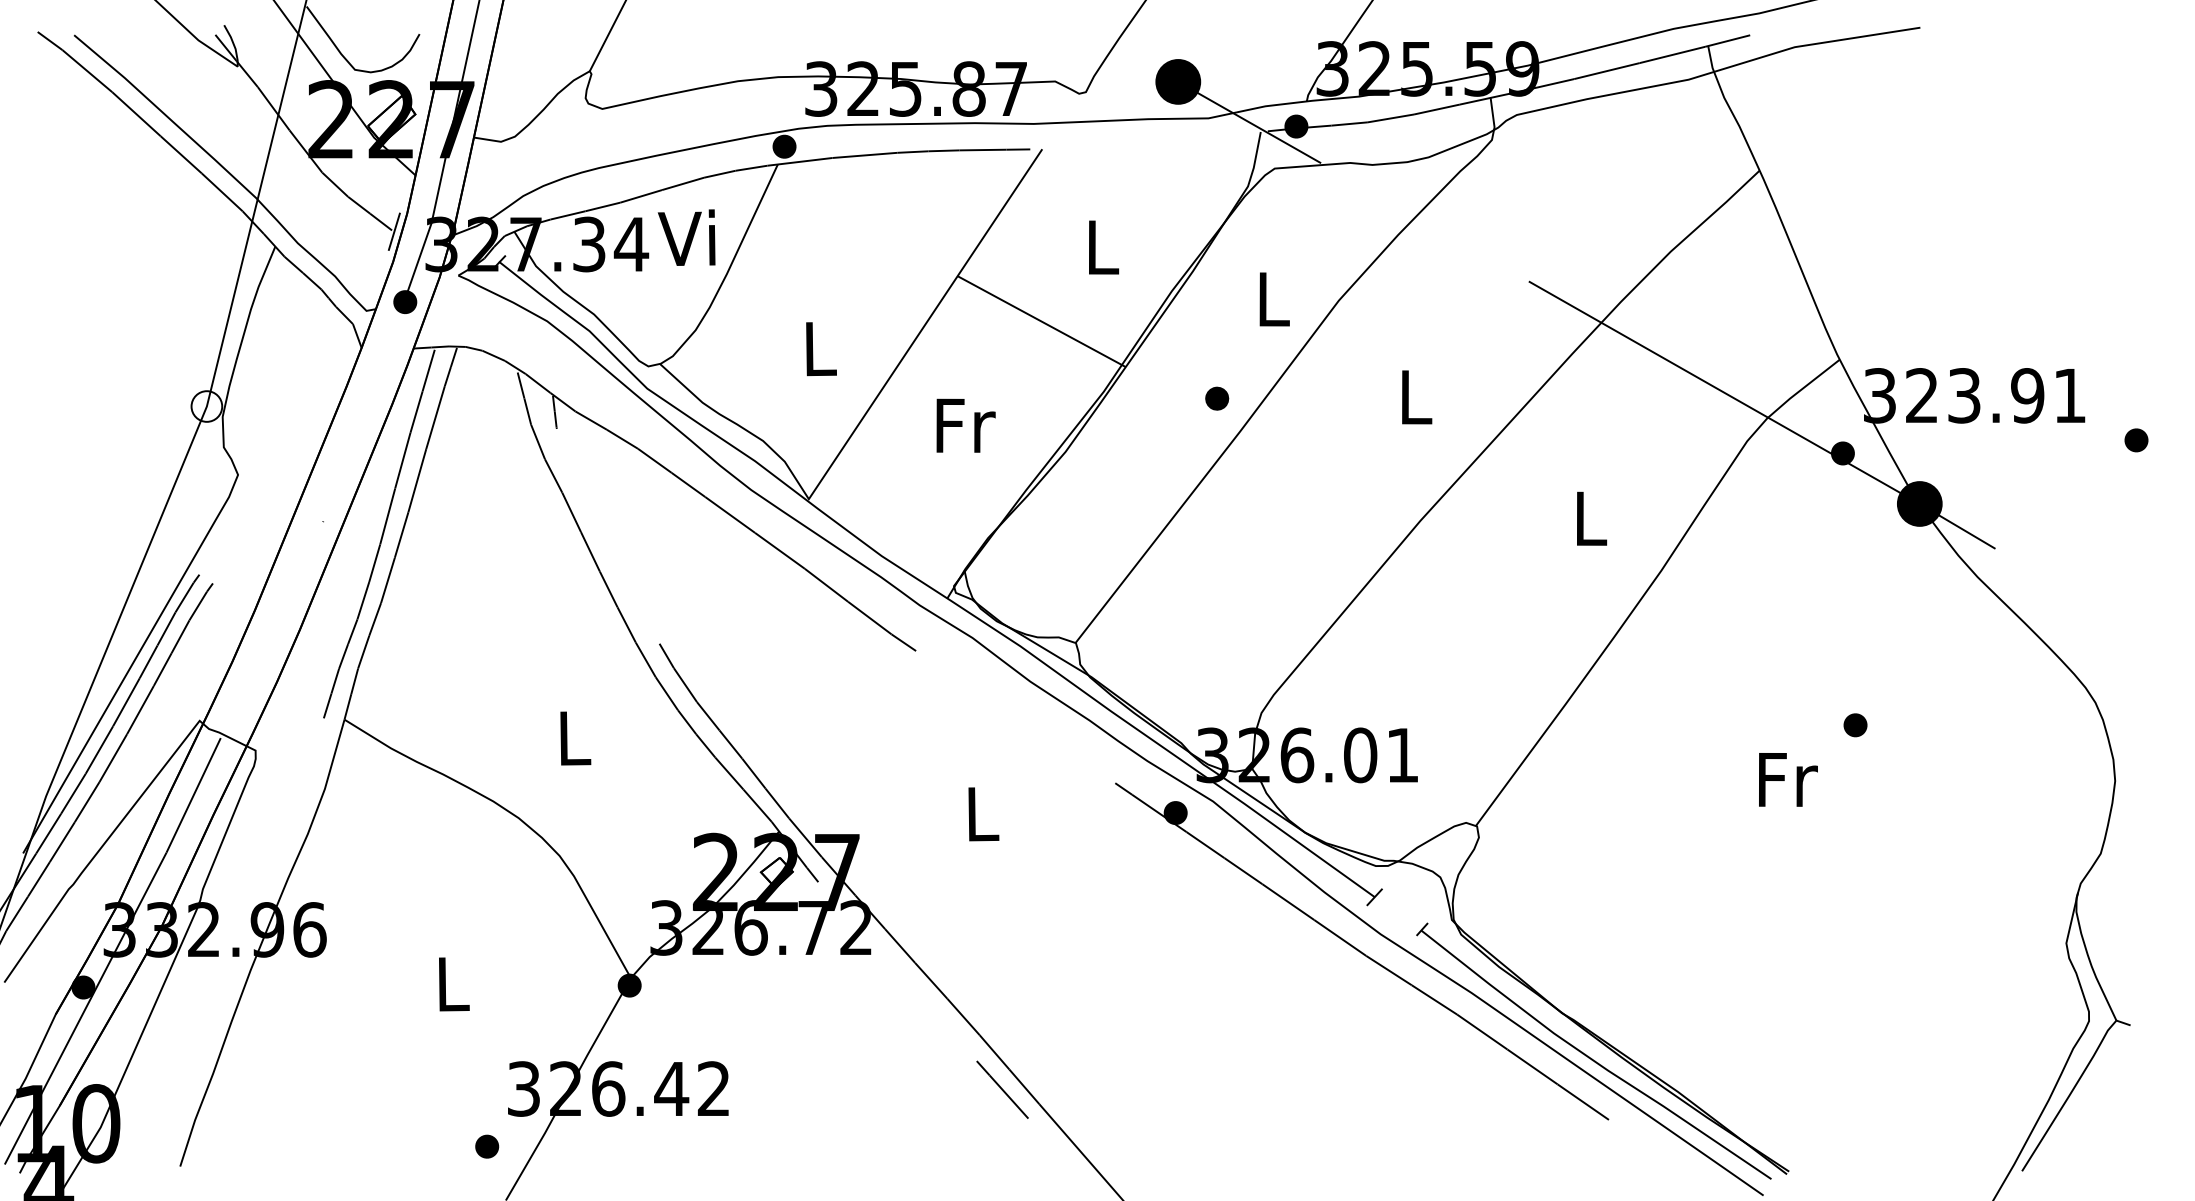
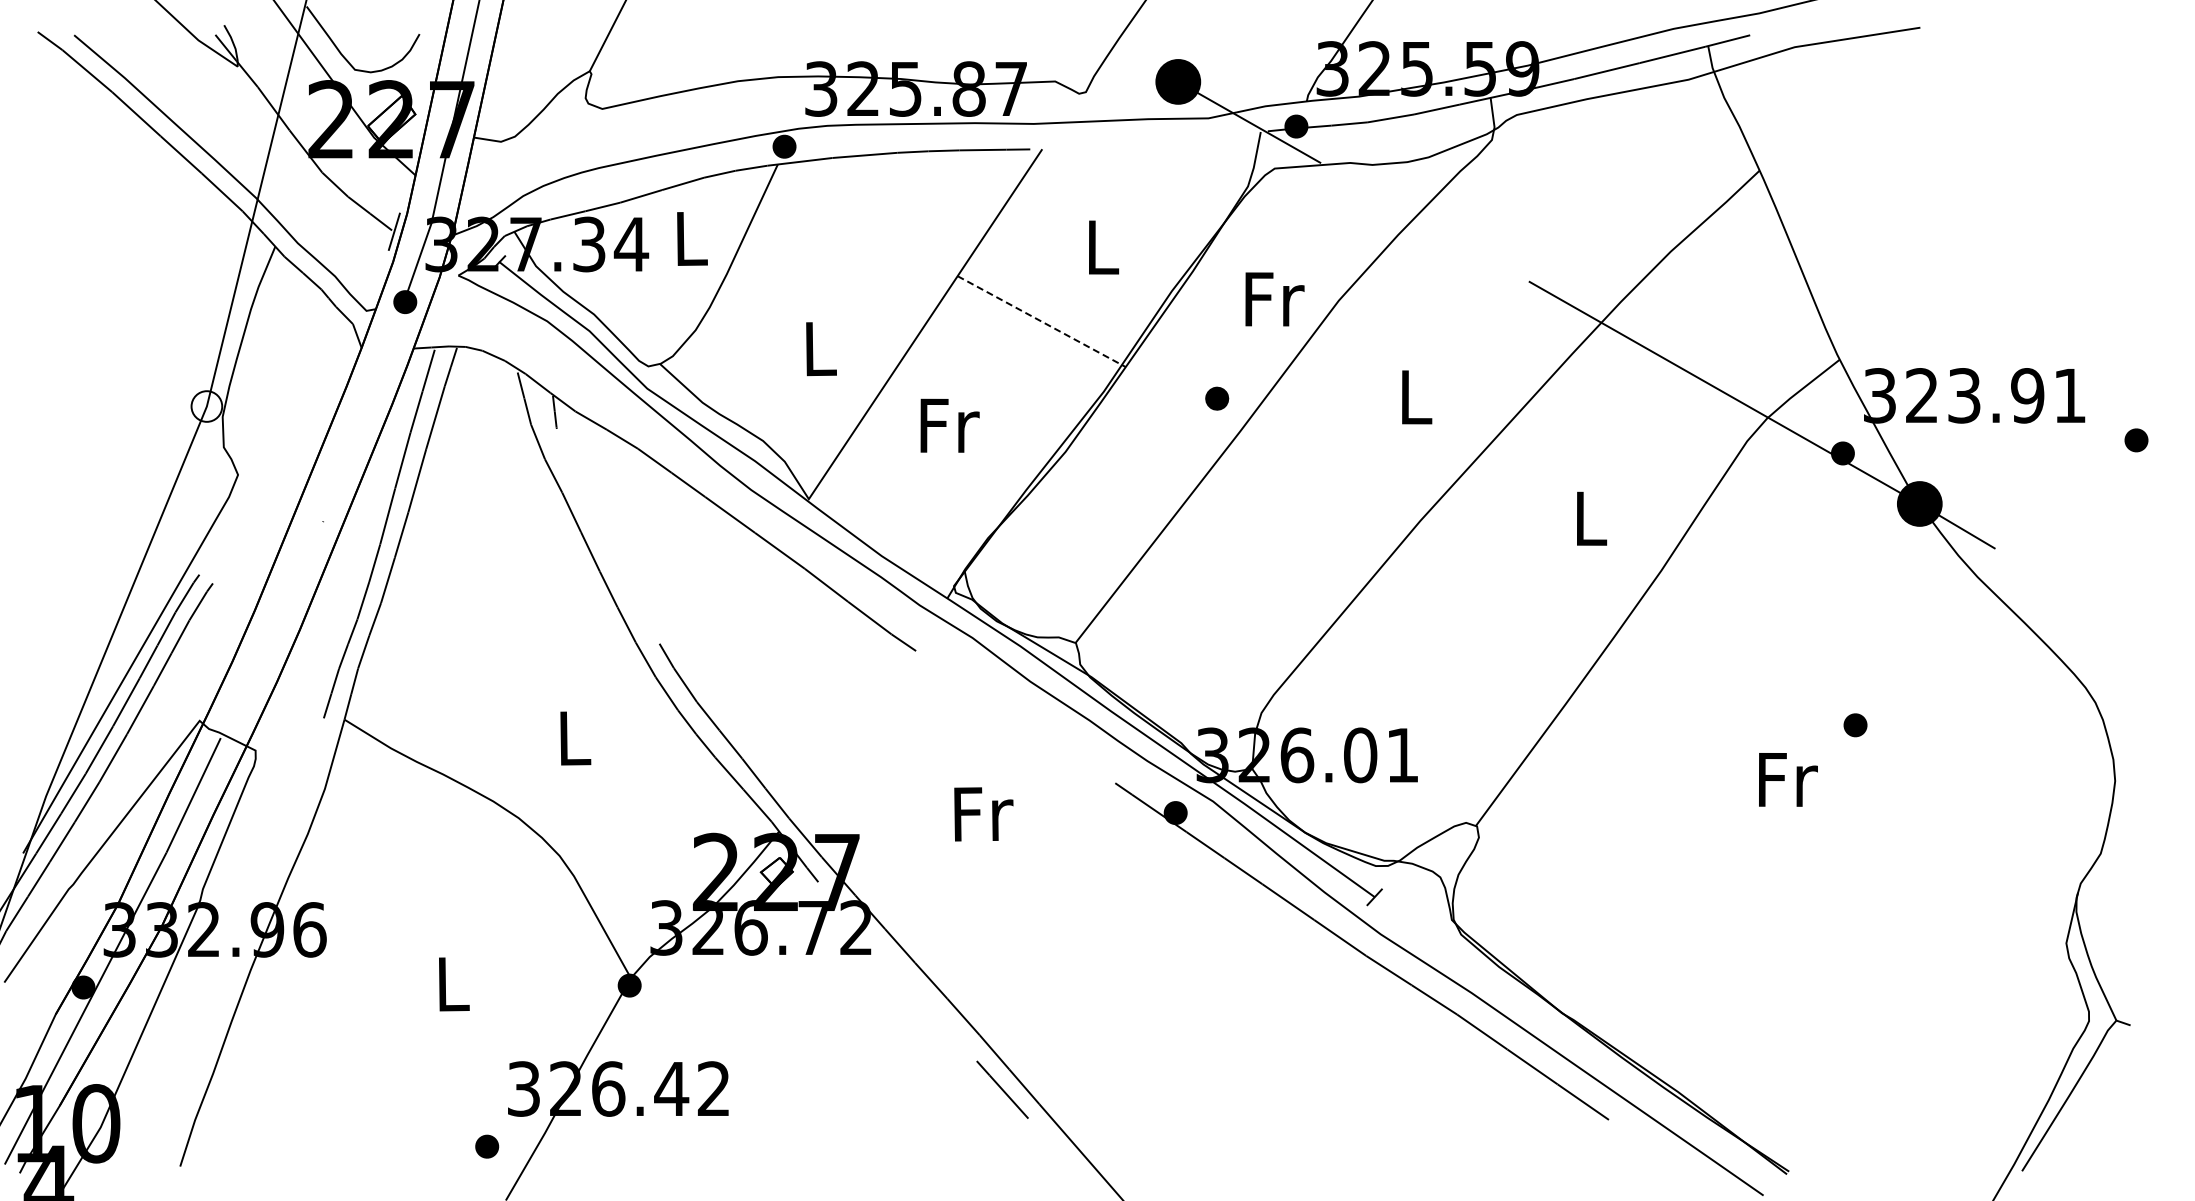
text at (686, 237): Vi -> L
text at (1274, 299): L -> Fr
line at (1041, 321): solid -> dashed
text at (965, 425) position: (965, 425) -> (949, 425)
text at (983, 814): L -> Fr
part at (1589, 1056): present -> none
